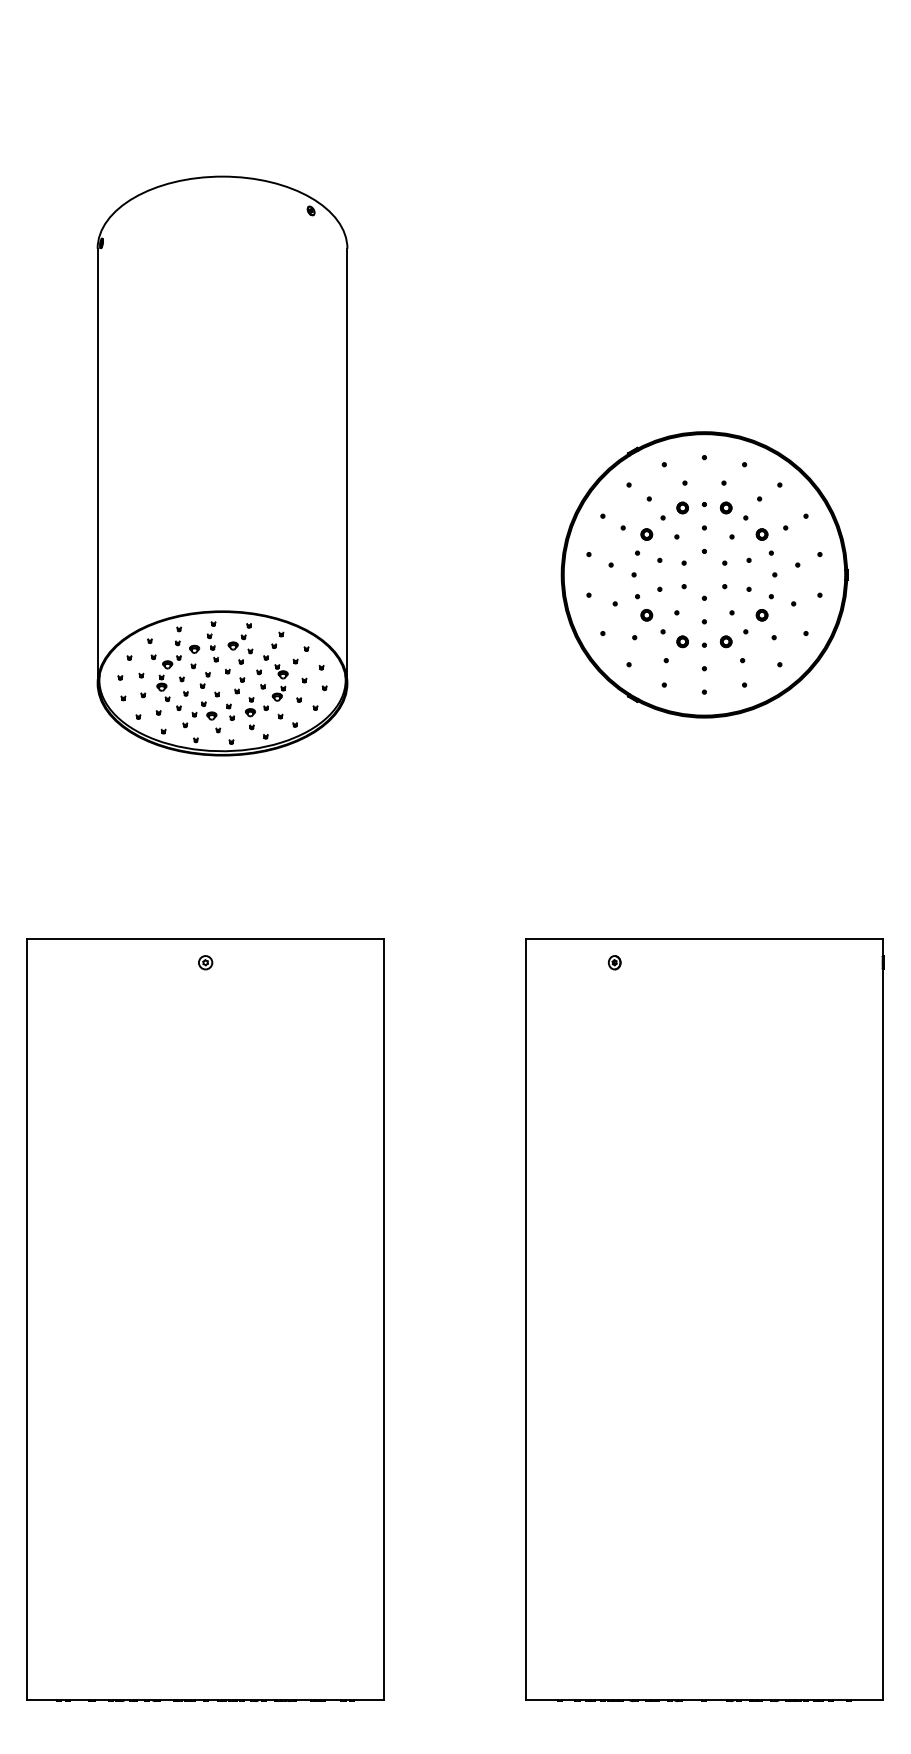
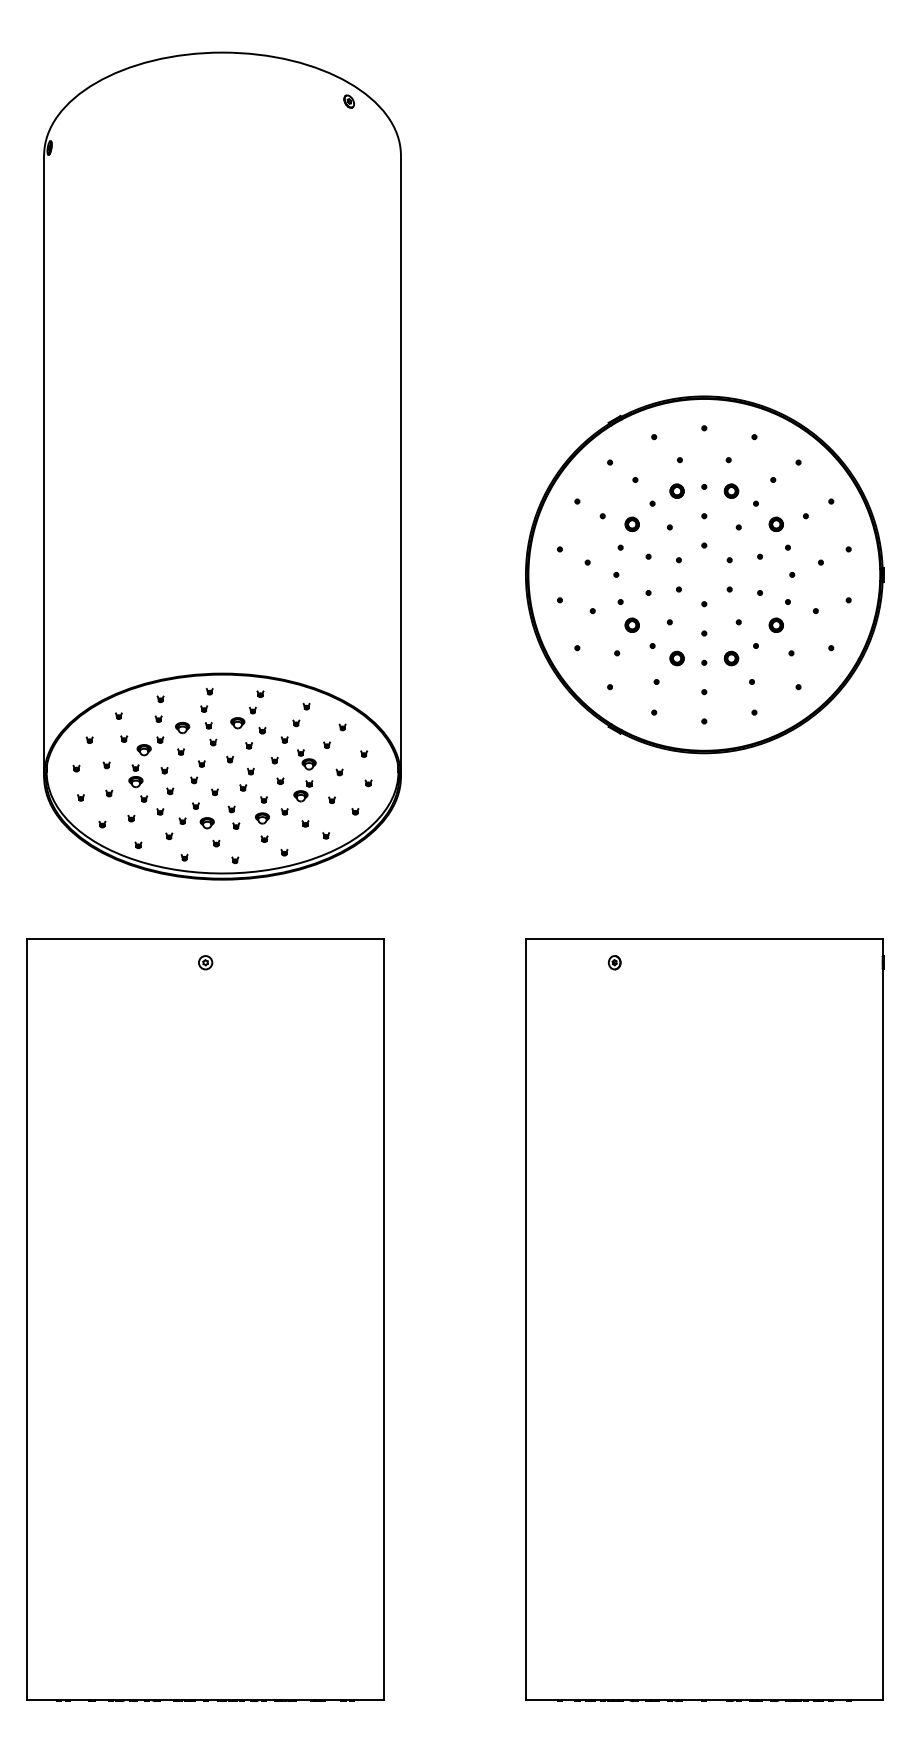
part at (222, 465) size: 253x582 px -> 359x830 px
part at (704, 574) size: 289x288 px -> 360x360 px
